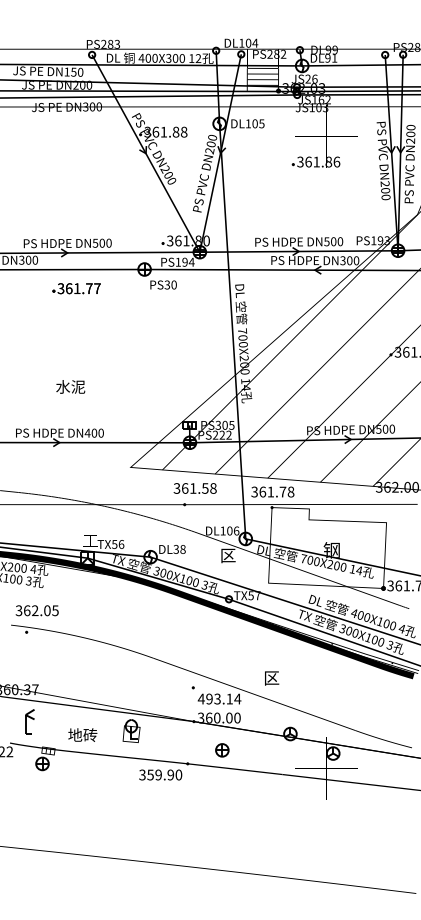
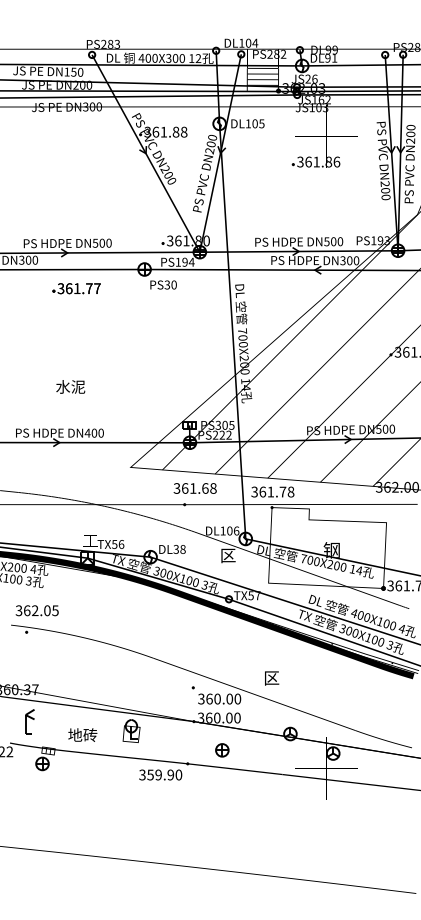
text at (205, 488): 361.58 -> 361.68
text at (219, 698): 493.14 -> 360.00
